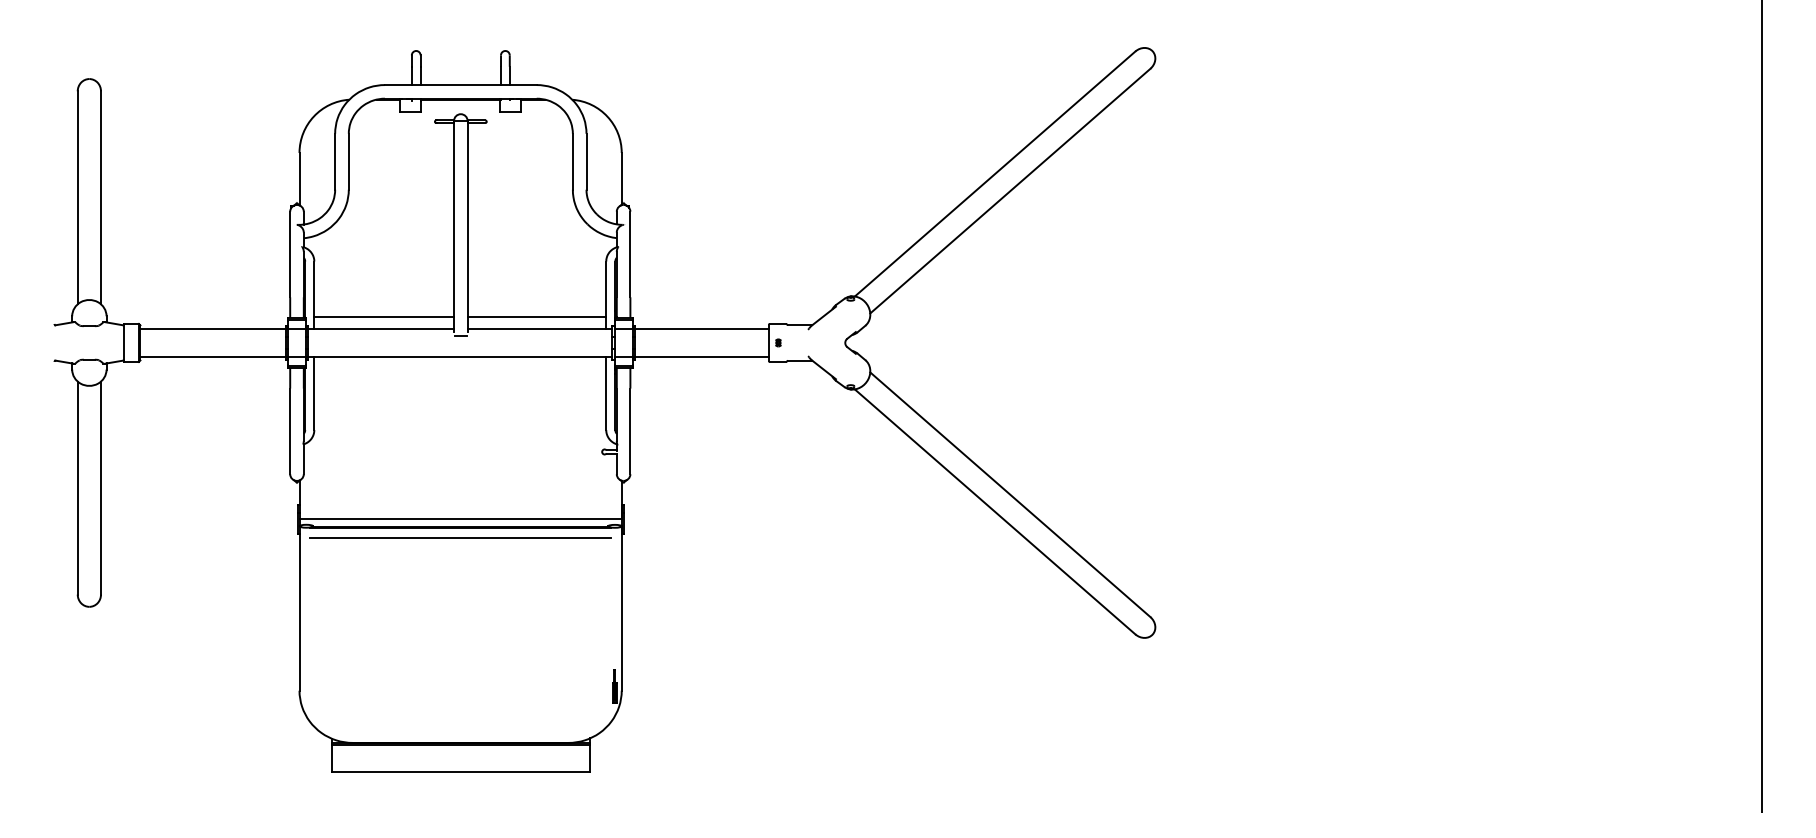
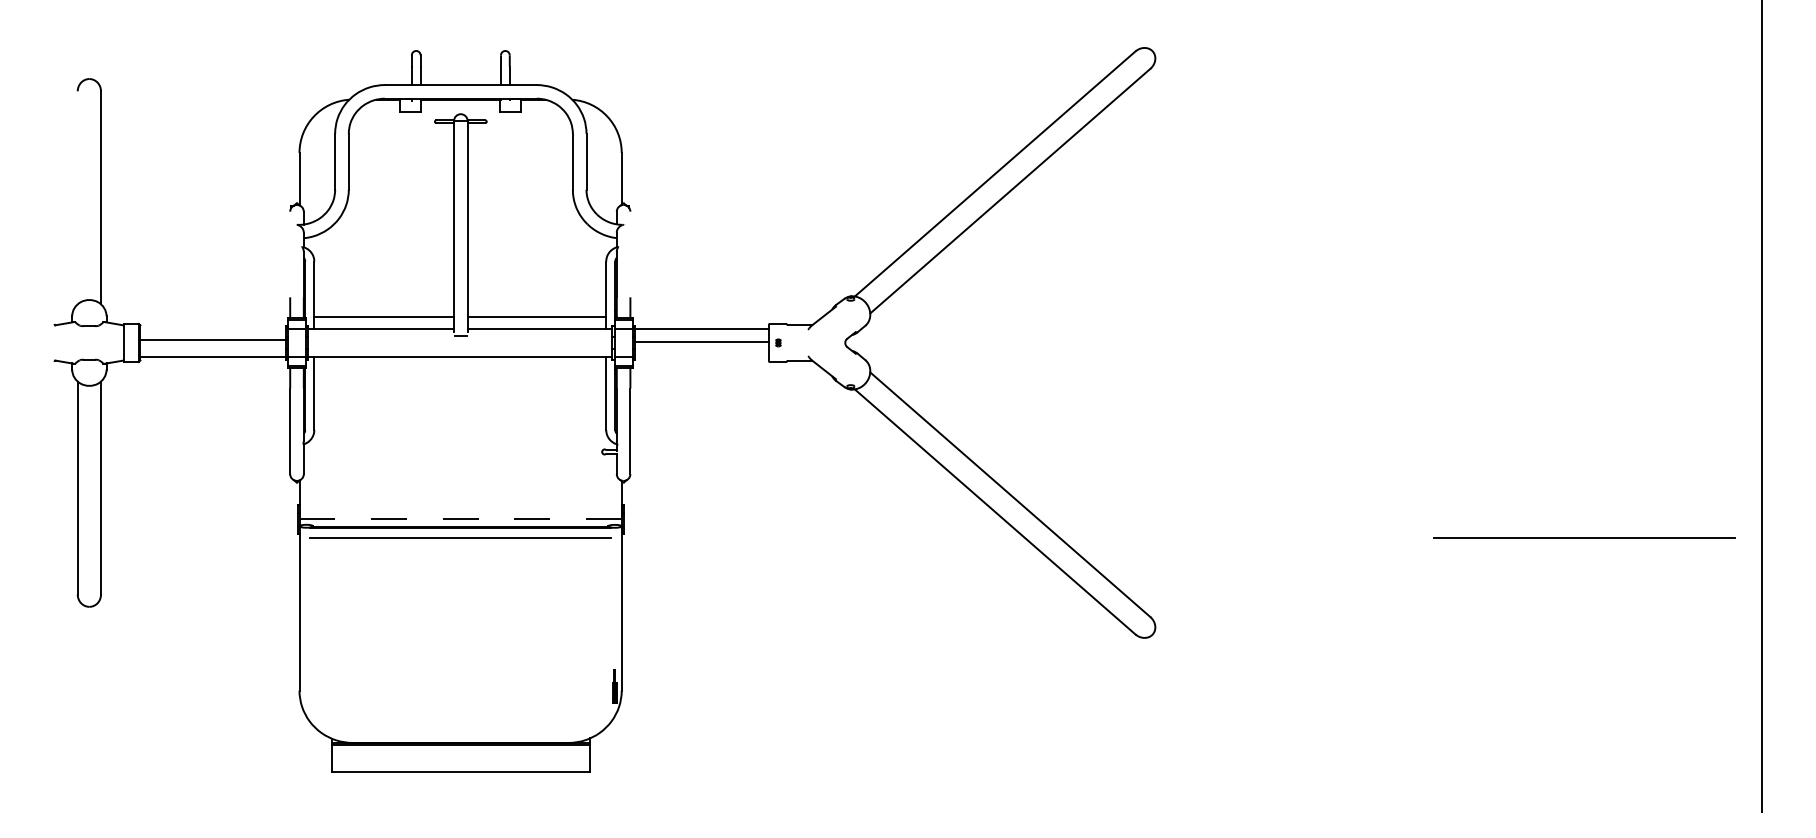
line at (77, 197): present -> none
line at (290, 254): present -> none
line at (630, 254): present -> none
line at (212, 329) position: (212, 329) -> (212, 340)
line at (701, 356) position: (701, 356) -> (701, 341)
line at (460, 518): solid -> dashed
line at (1584, 537): none -> present
